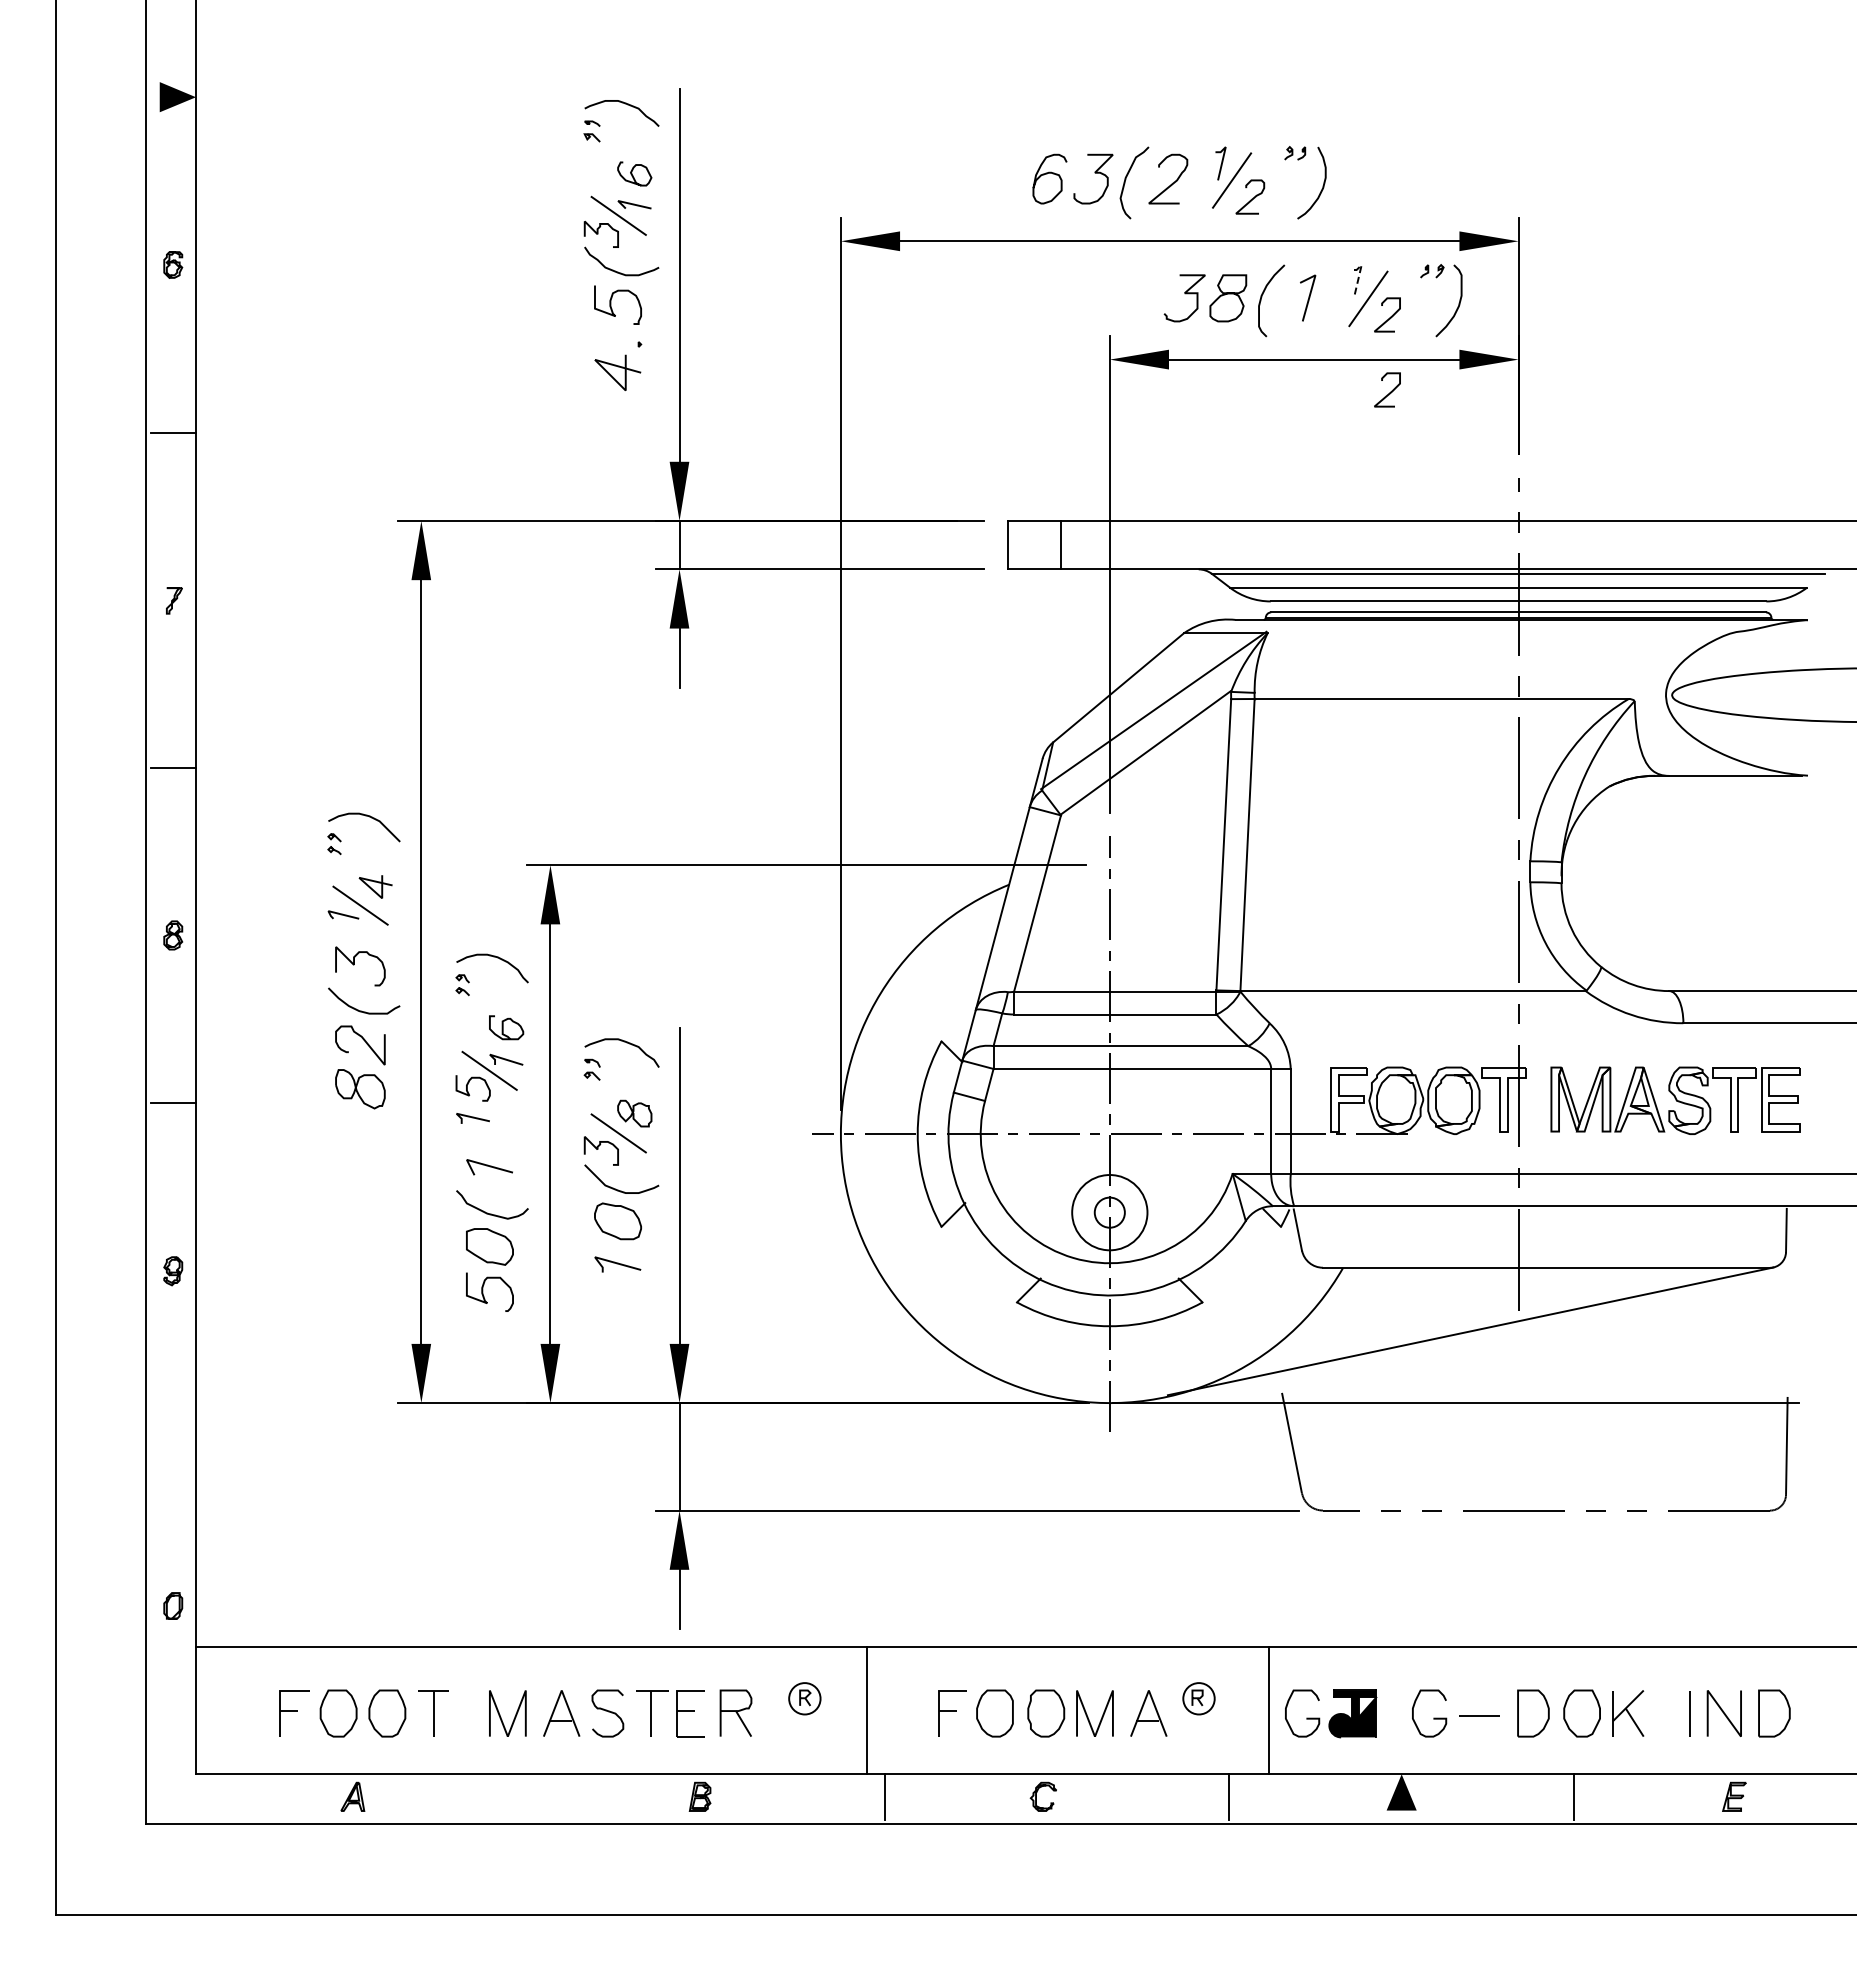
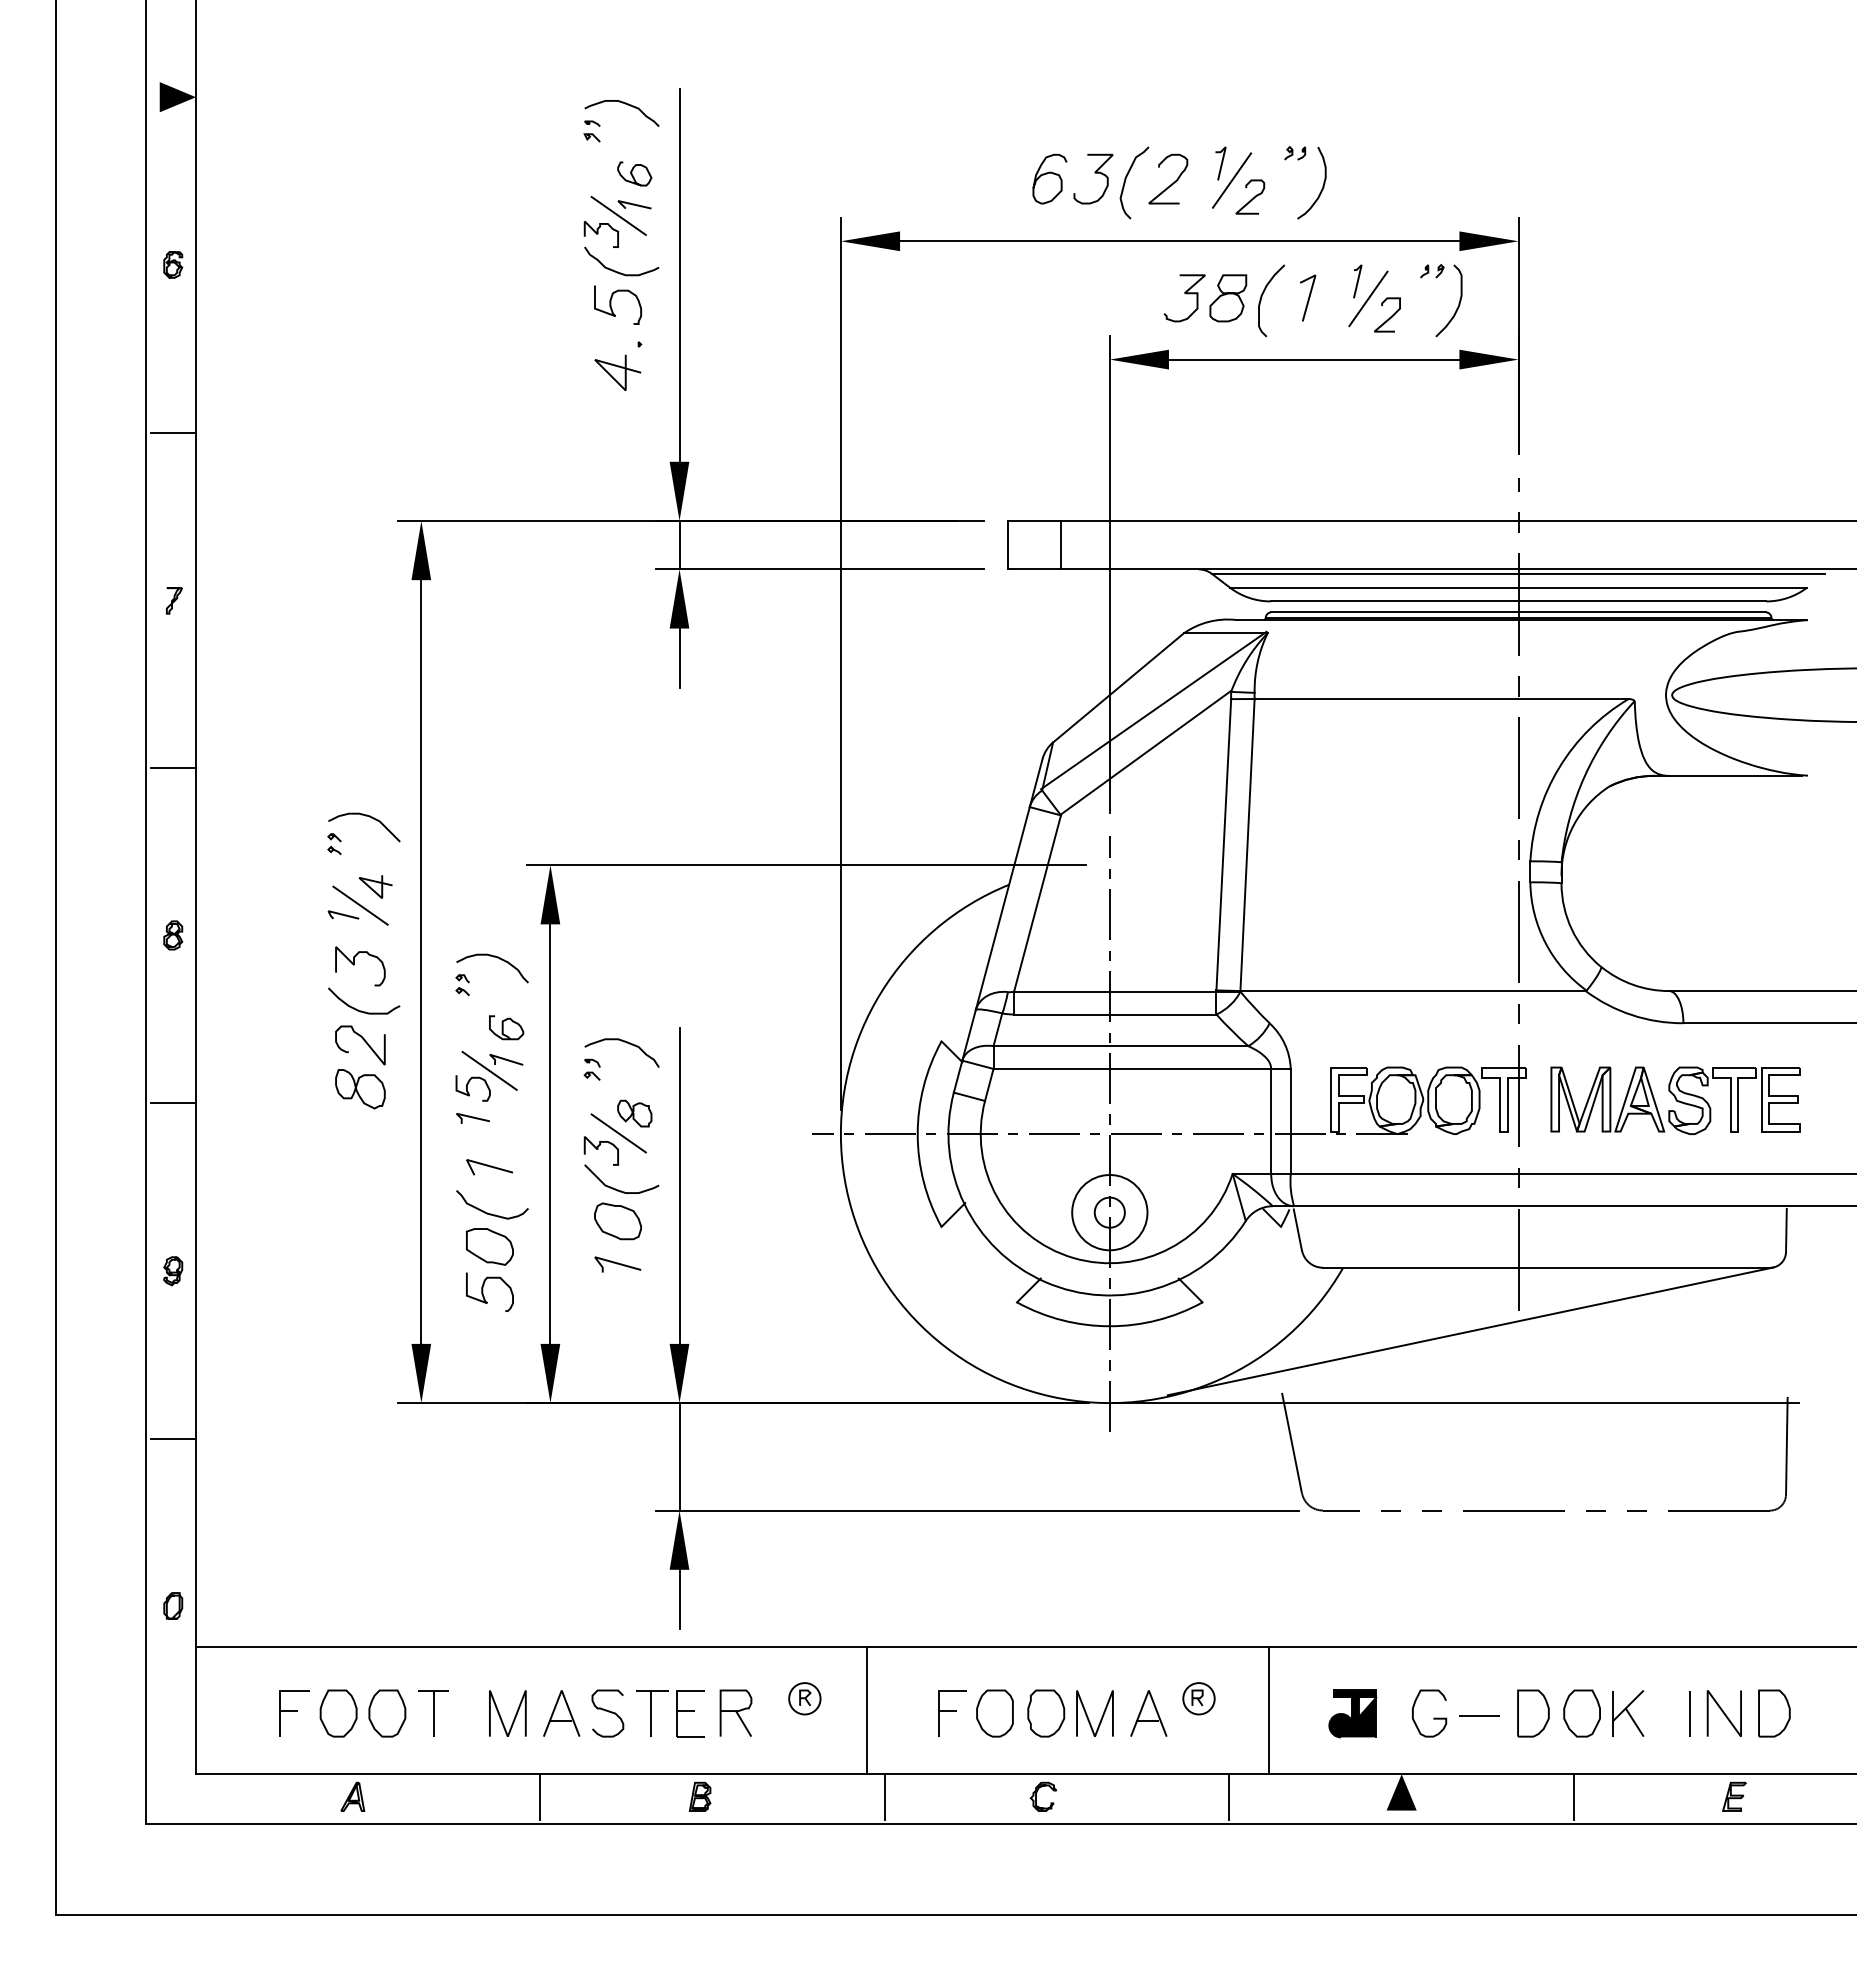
line at (1359, 275): dashed -> solid
curve at (1390, 391): present -> none
line at (173, 1438): none -> present
curve at (1306, 1717): present -> none
line at (540, 1796): none -> present
